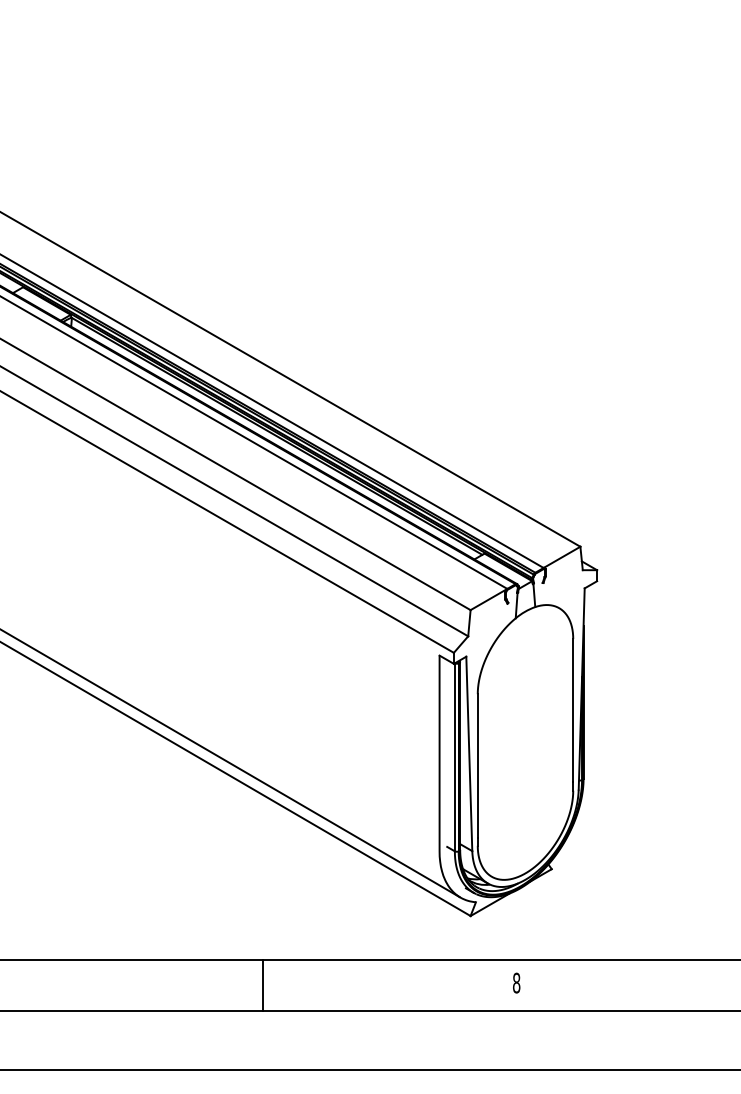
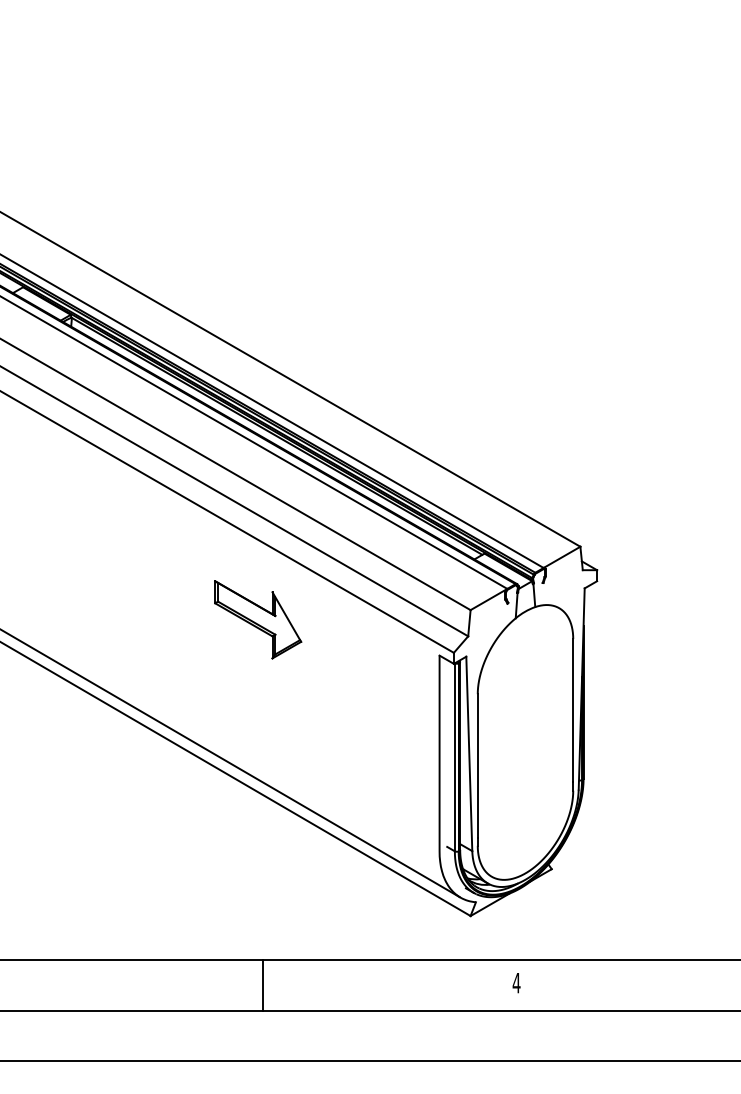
part at (258, 619): none -> present
text at (516, 982): 8 -> 4
line at (369, 1070) position: (369, 1070) -> (369, 1061)
